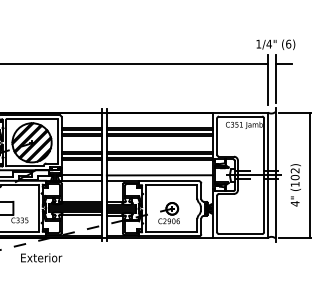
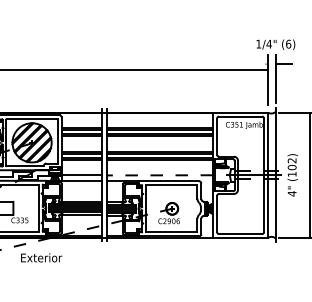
line at (134, 64) position: (134, 64) -> (134, 70)
line at (159, 175): solid -> dashed
text at (295, 185) position: (295, 185) -> (292, 175)
